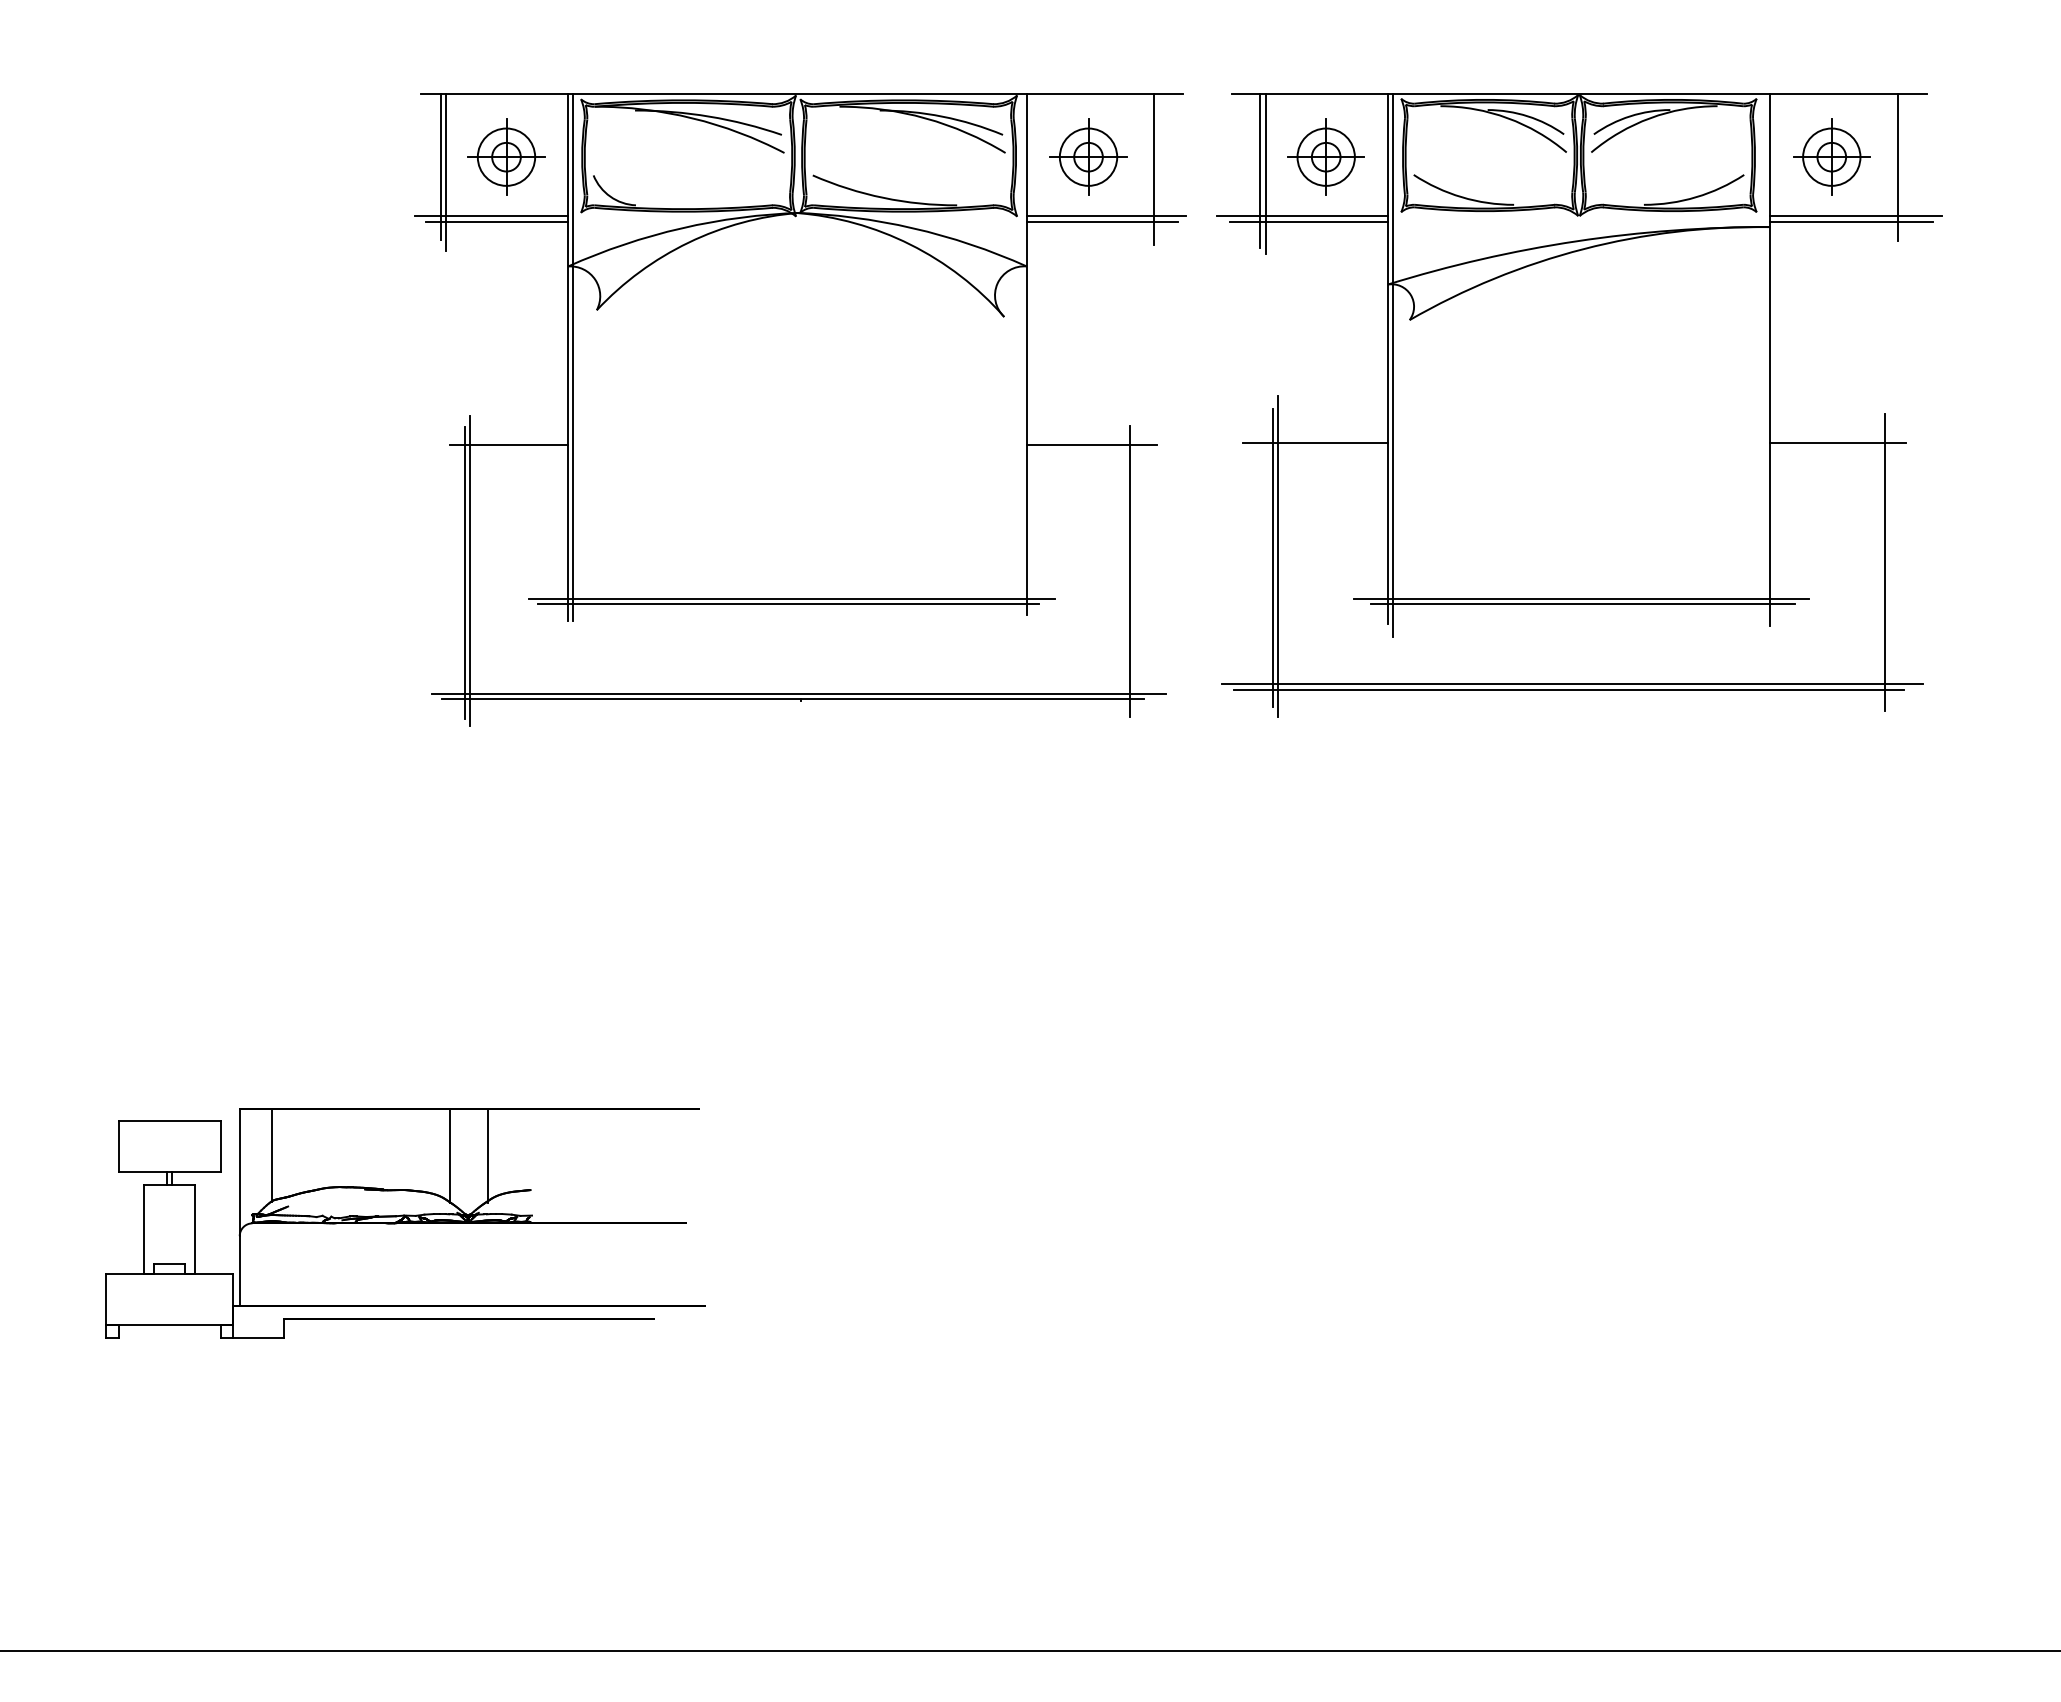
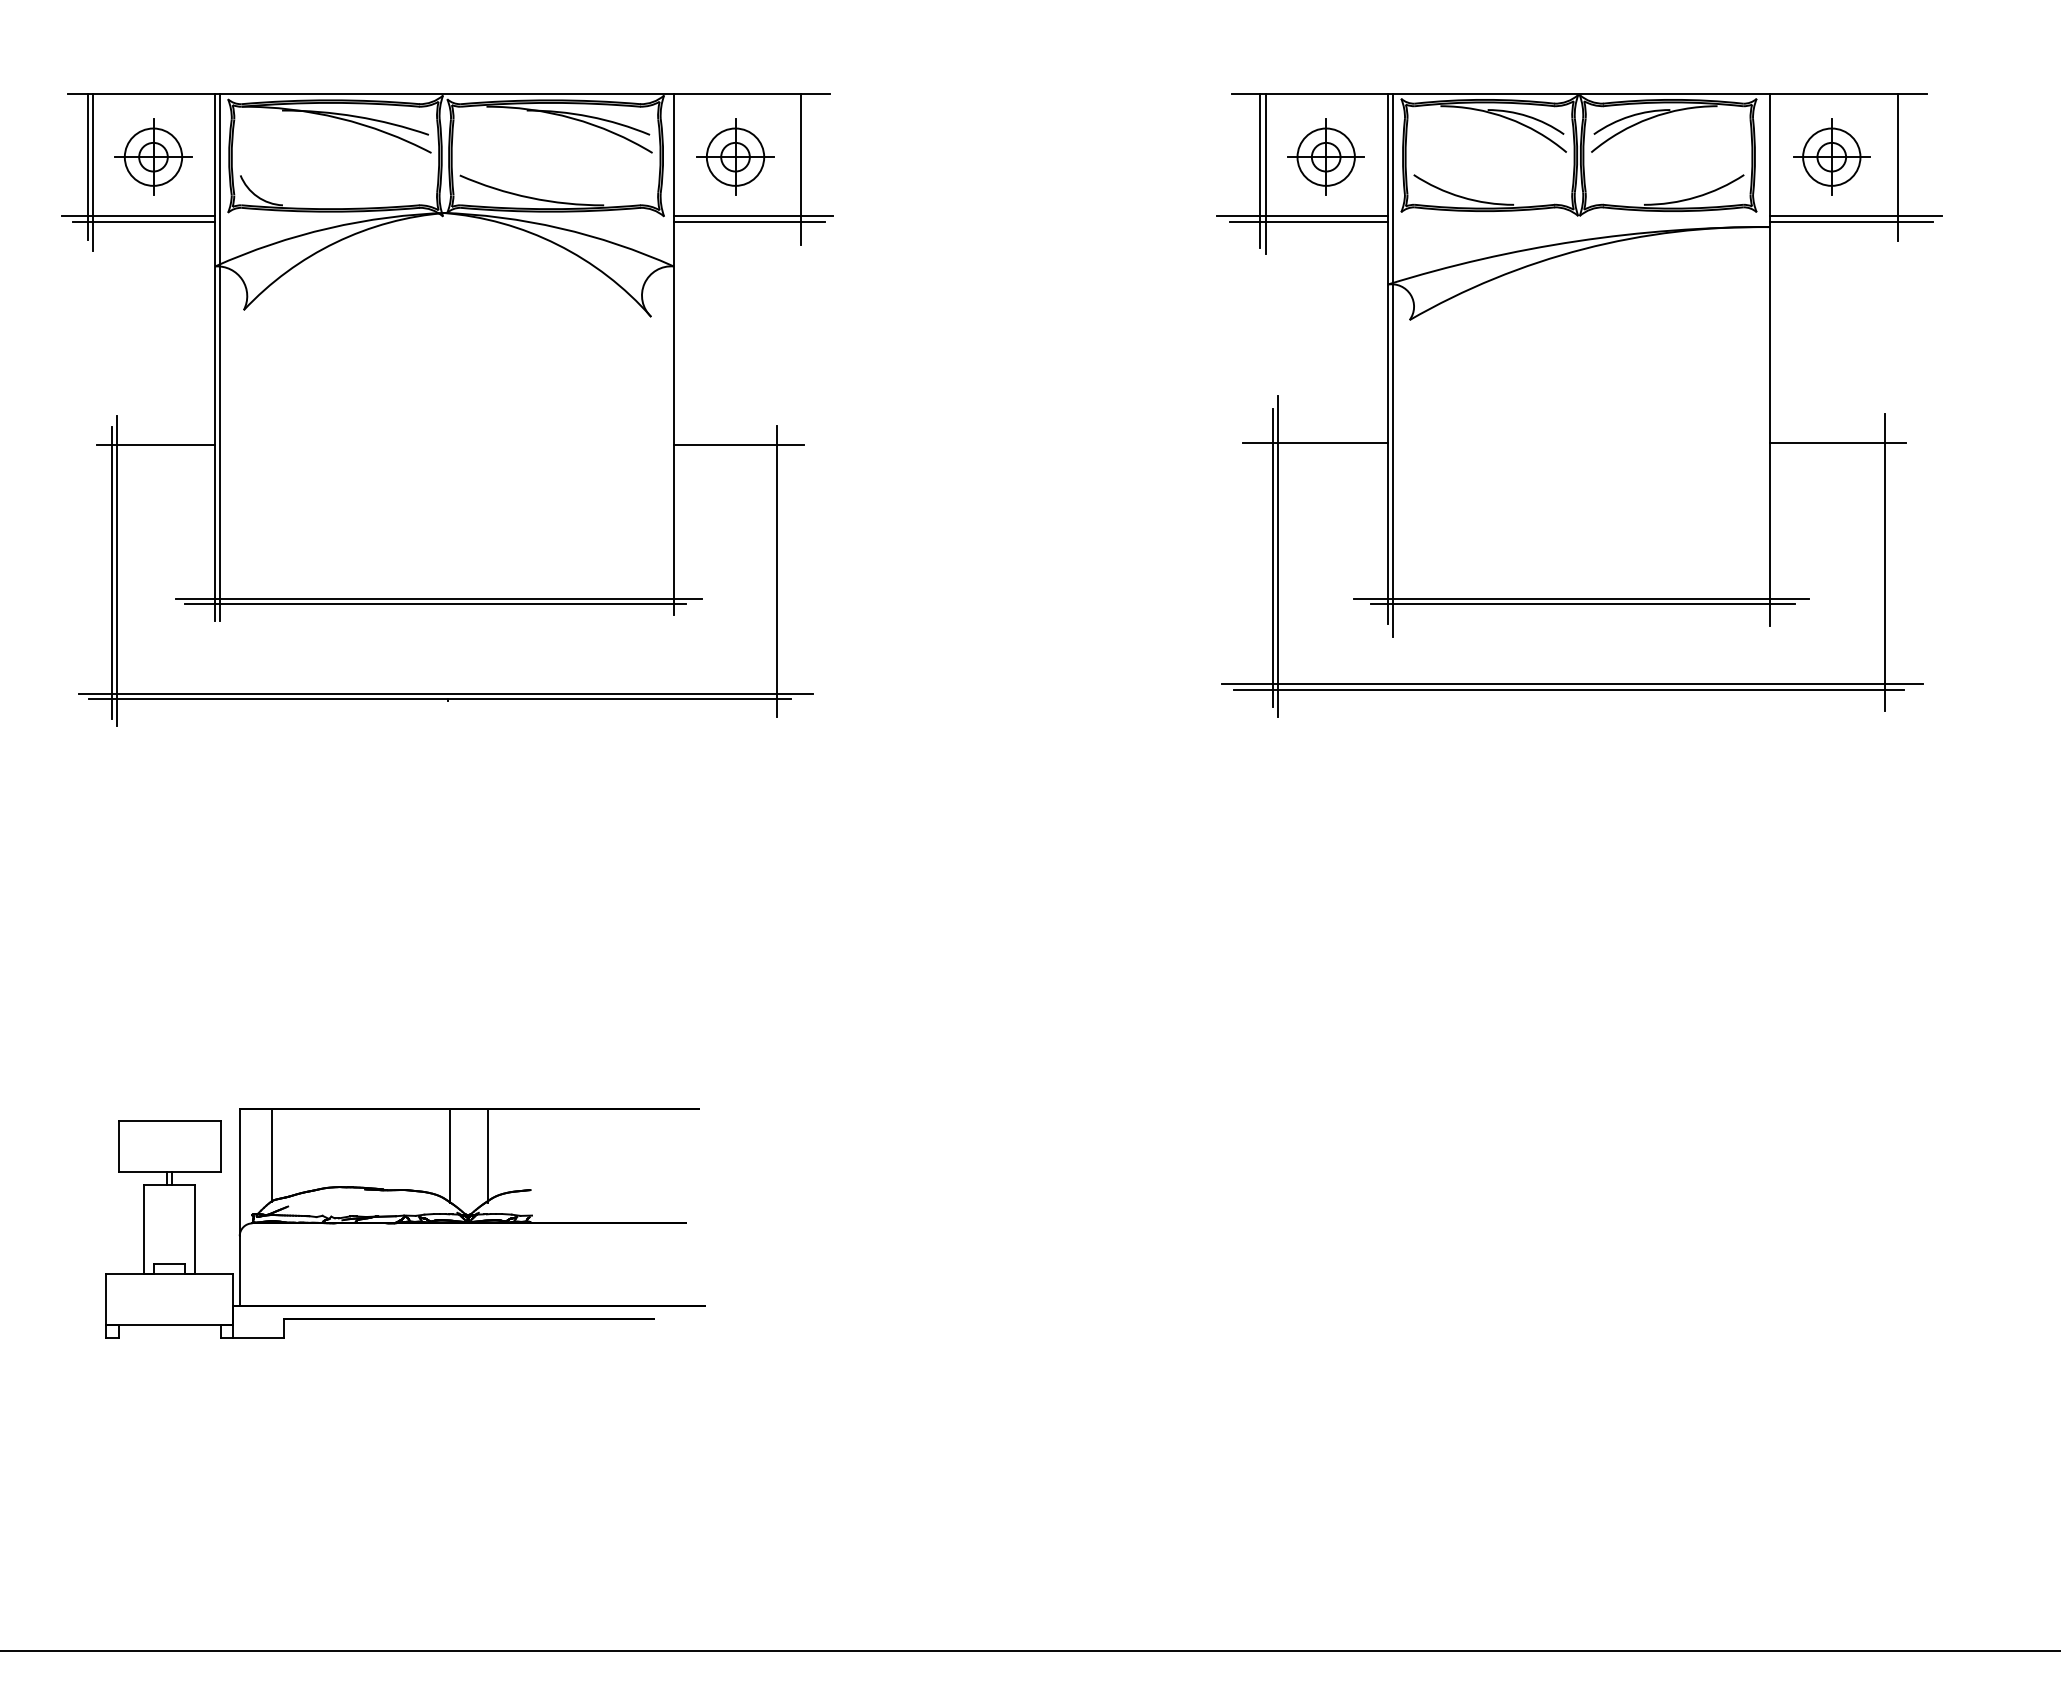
part at (800, 409) position: (800, 409) -> (447, 409)
